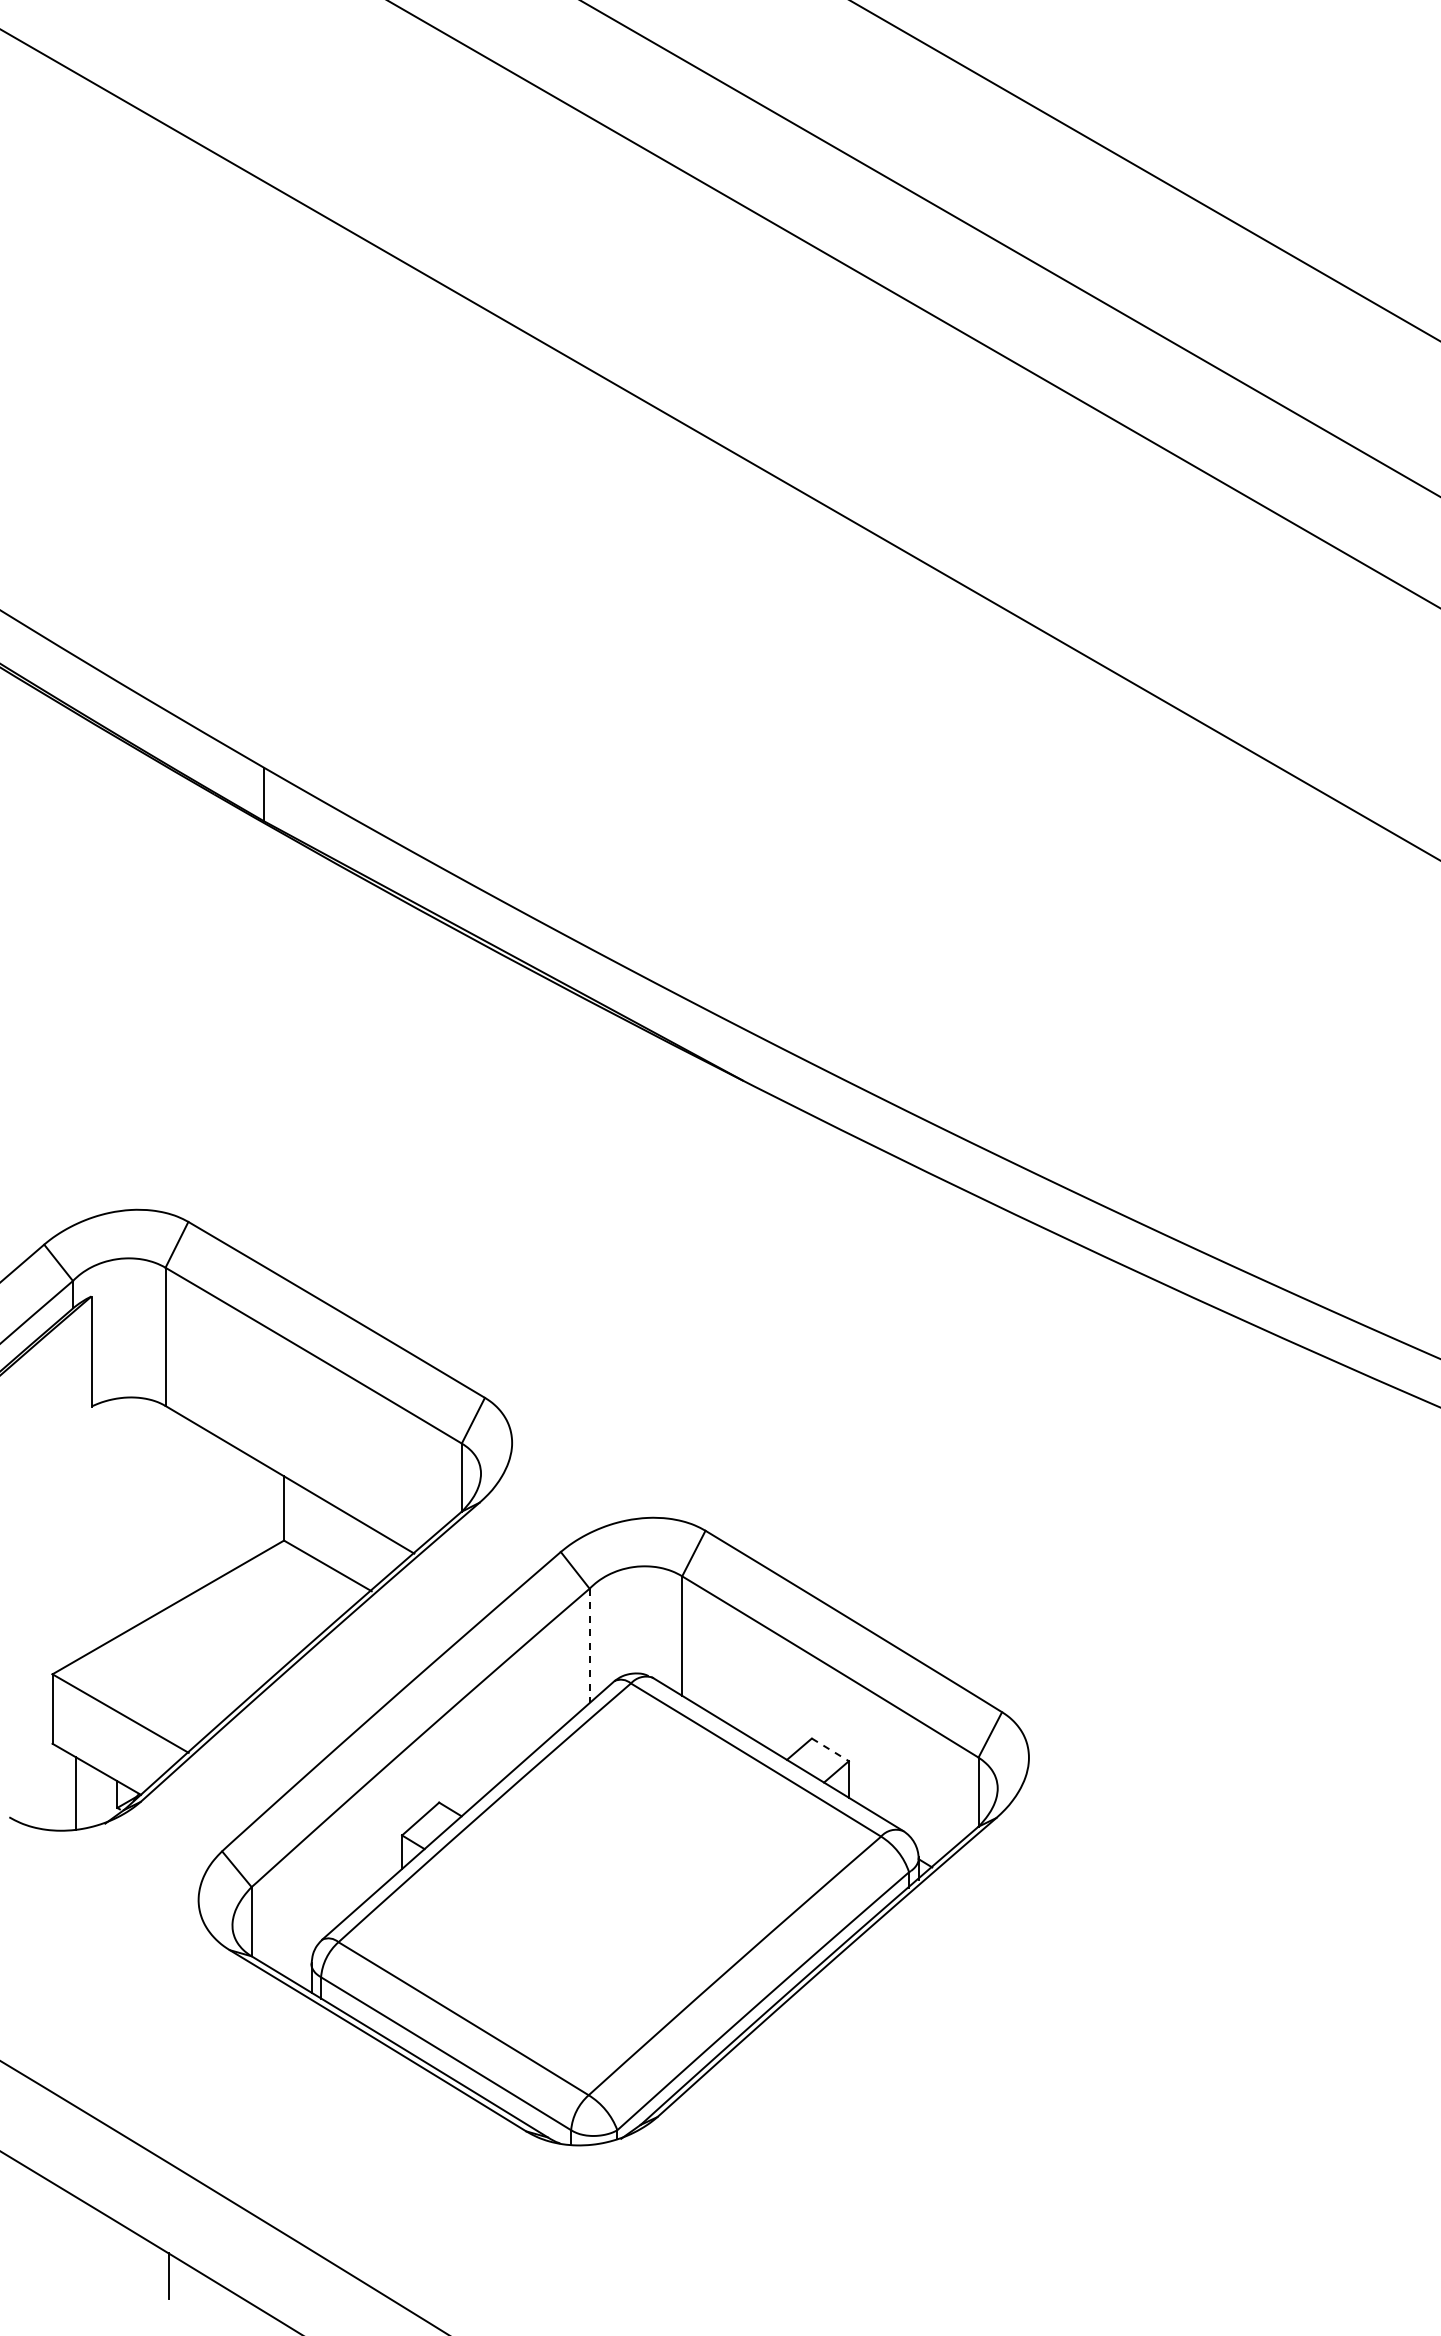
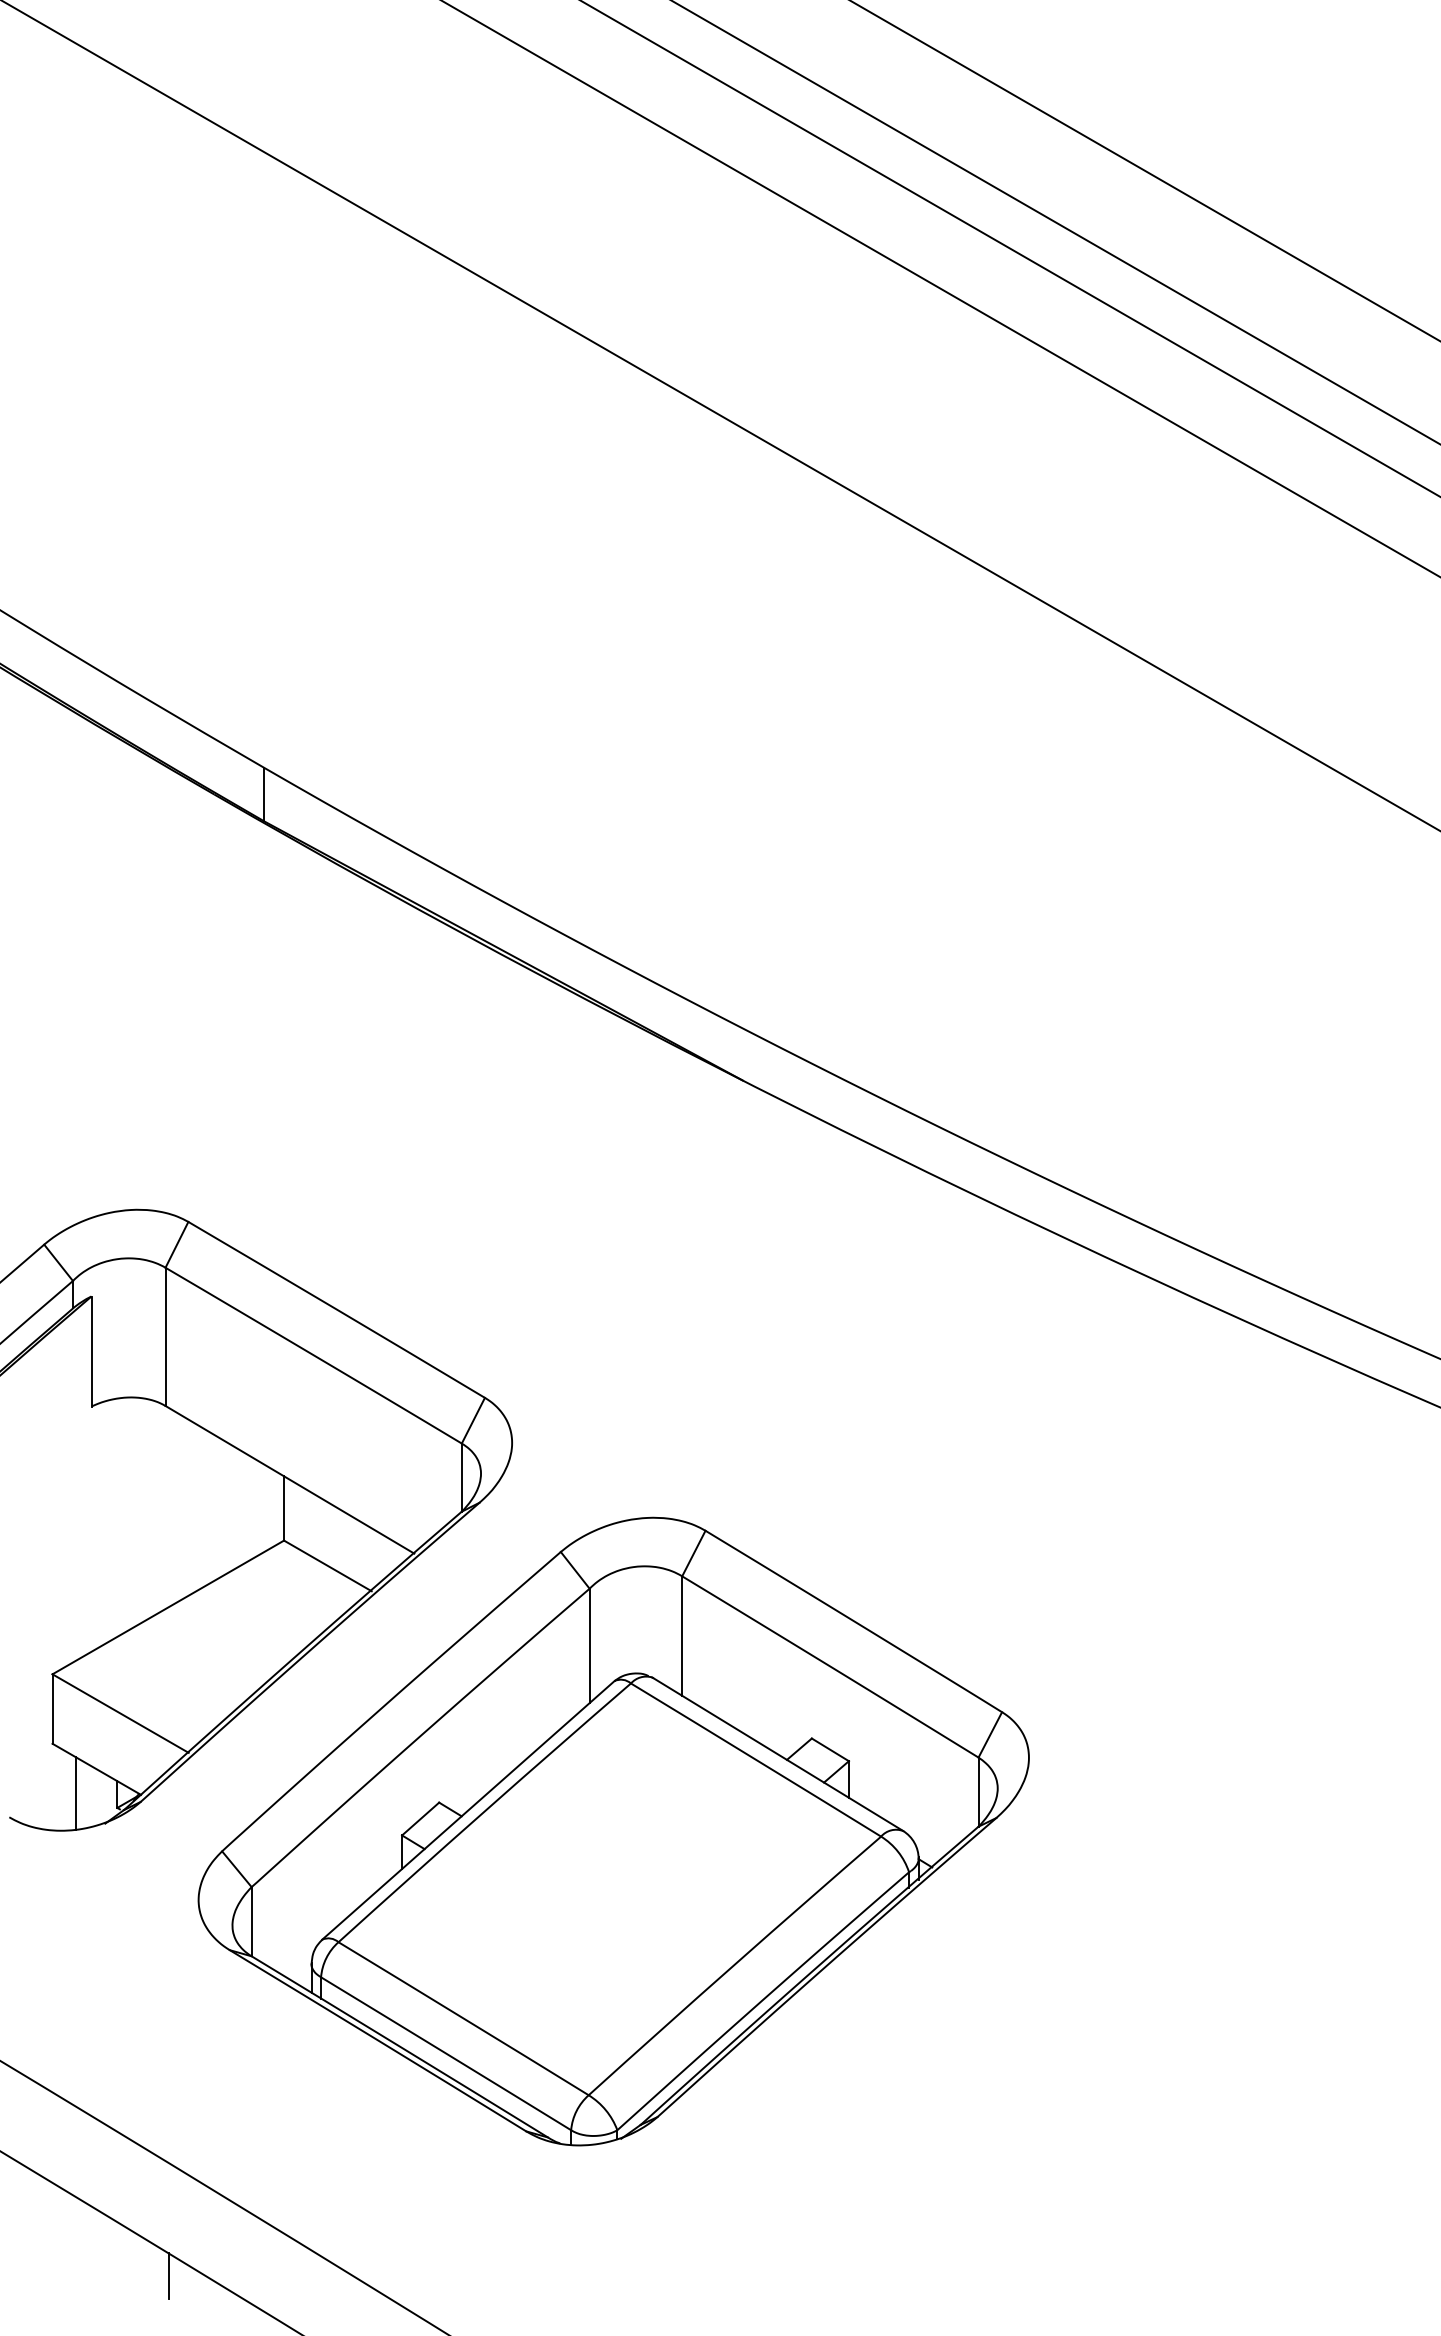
line at (1055, 222): none -> present
line at (913, 304) position: (913, 304) -> (940, 288)
line at (719, 444) position: (719, 444) -> (720, 415)
line at (589, 1646): dashed -> solid
line at (830, 1749): dashed -> solid
